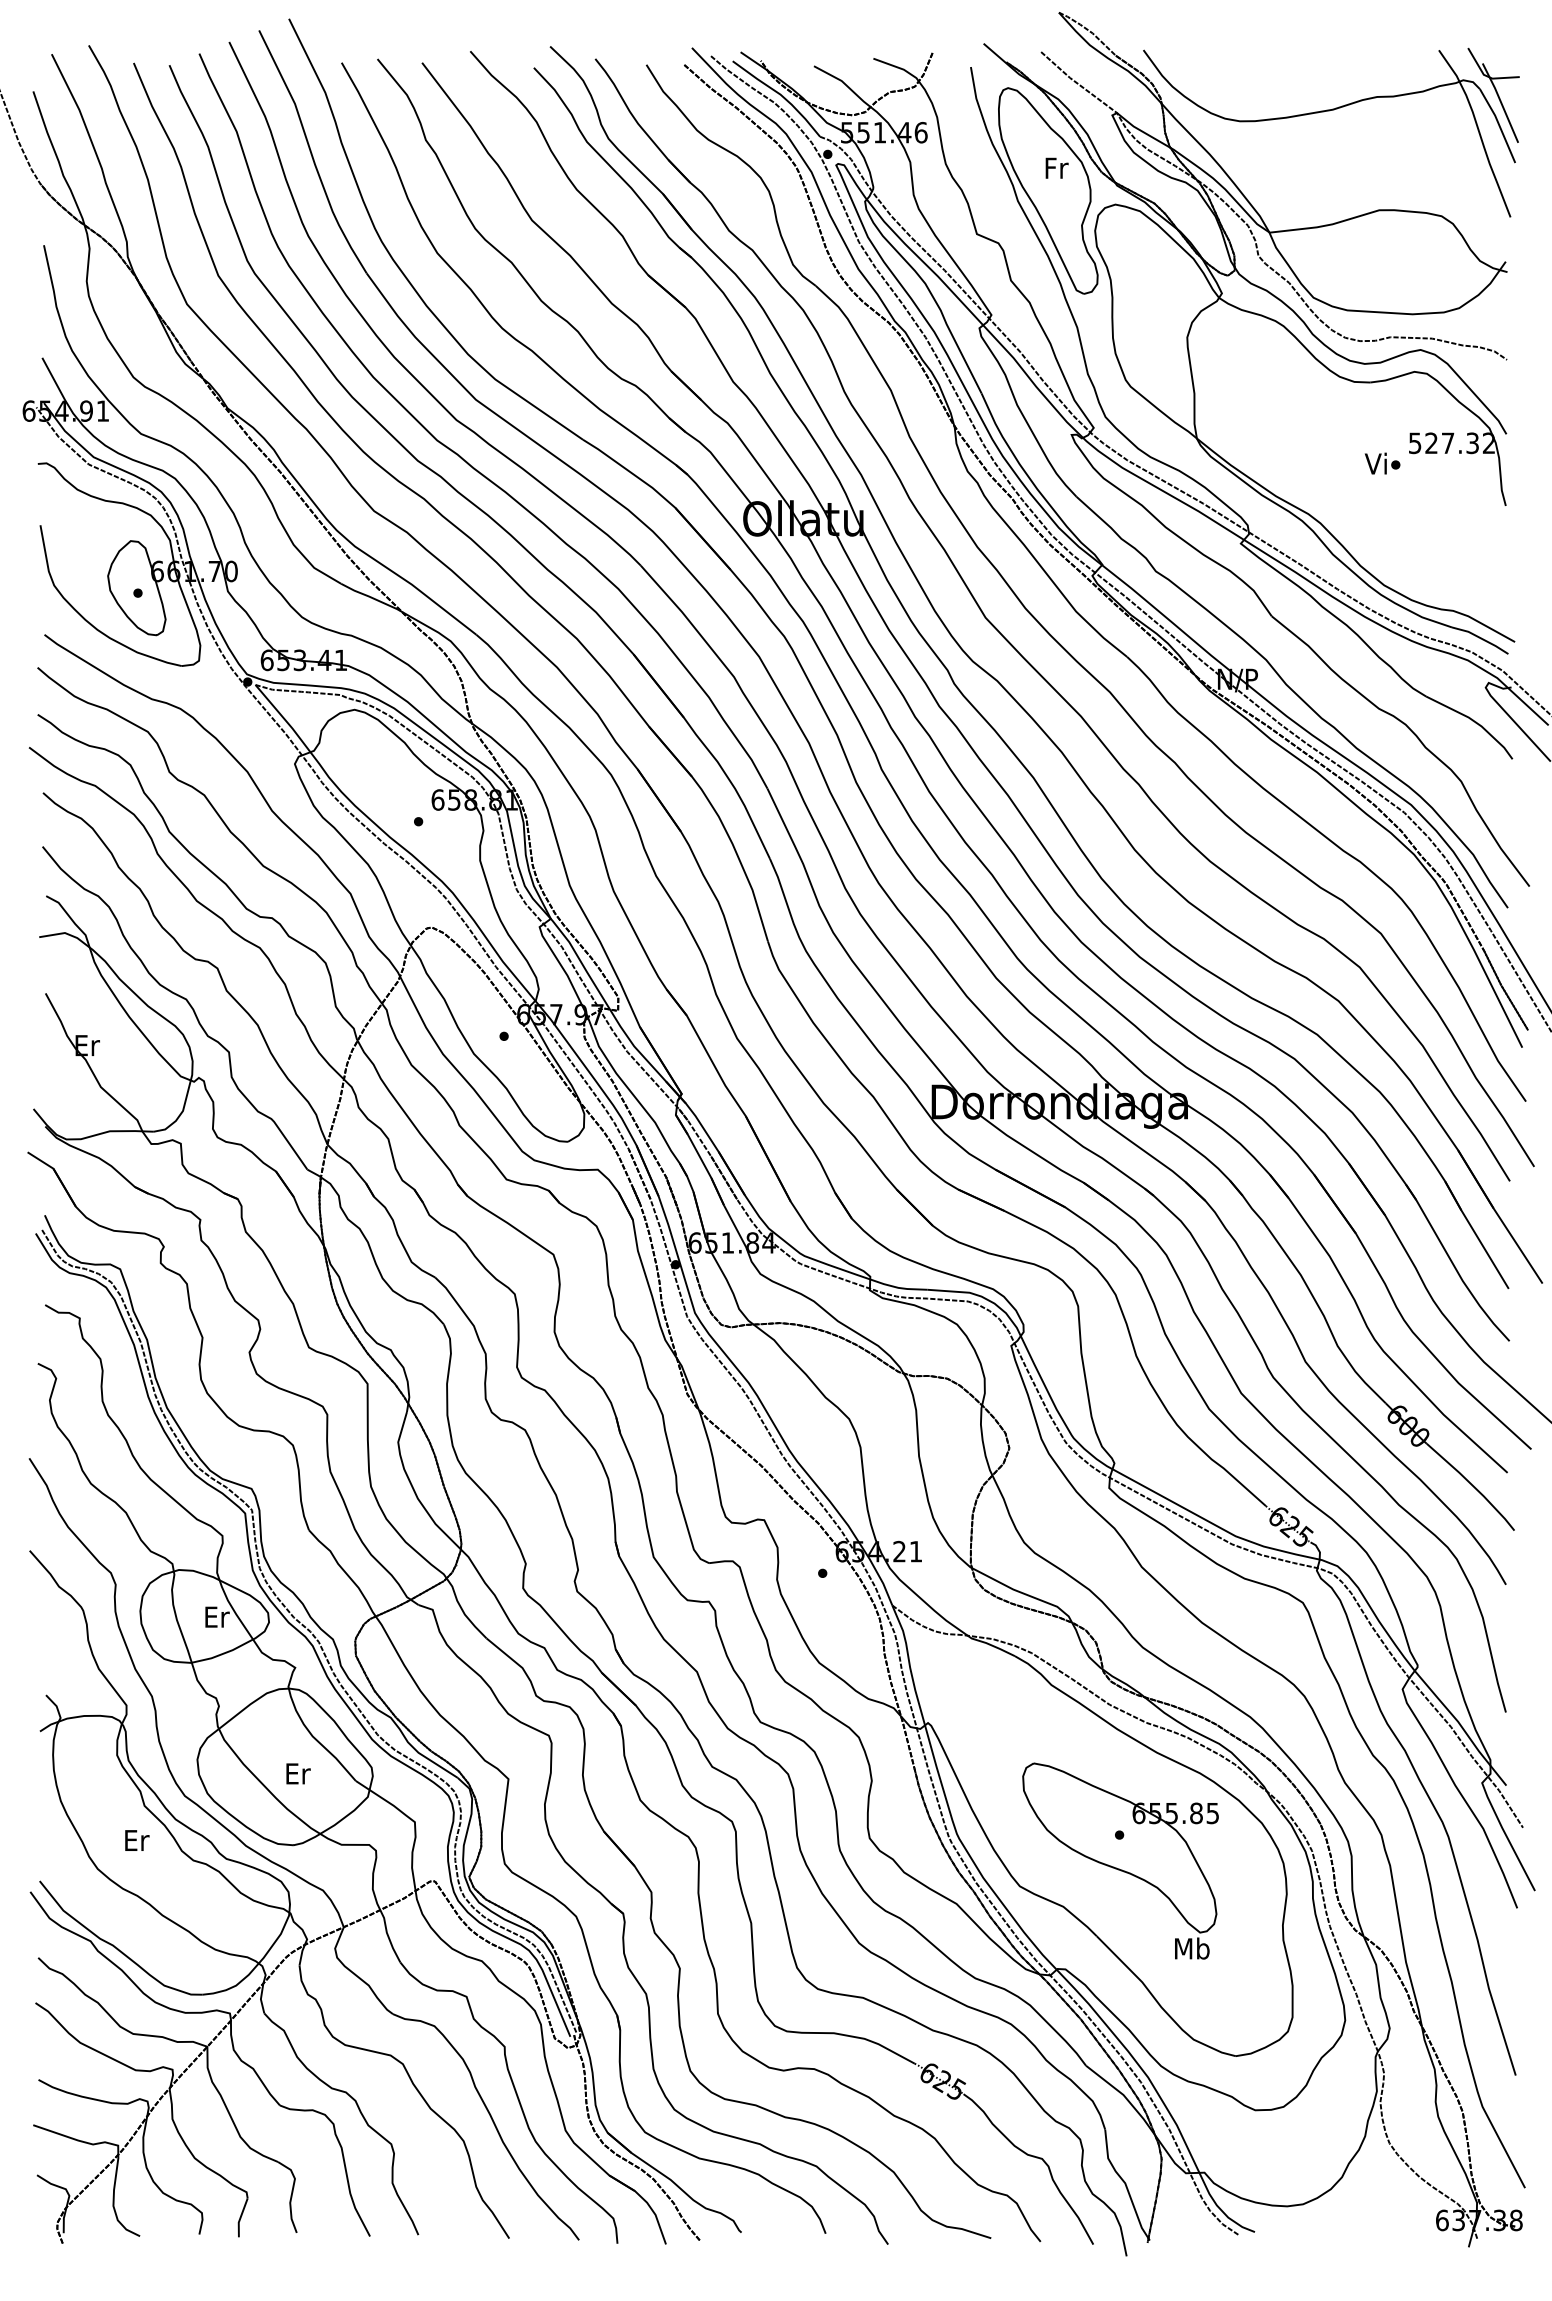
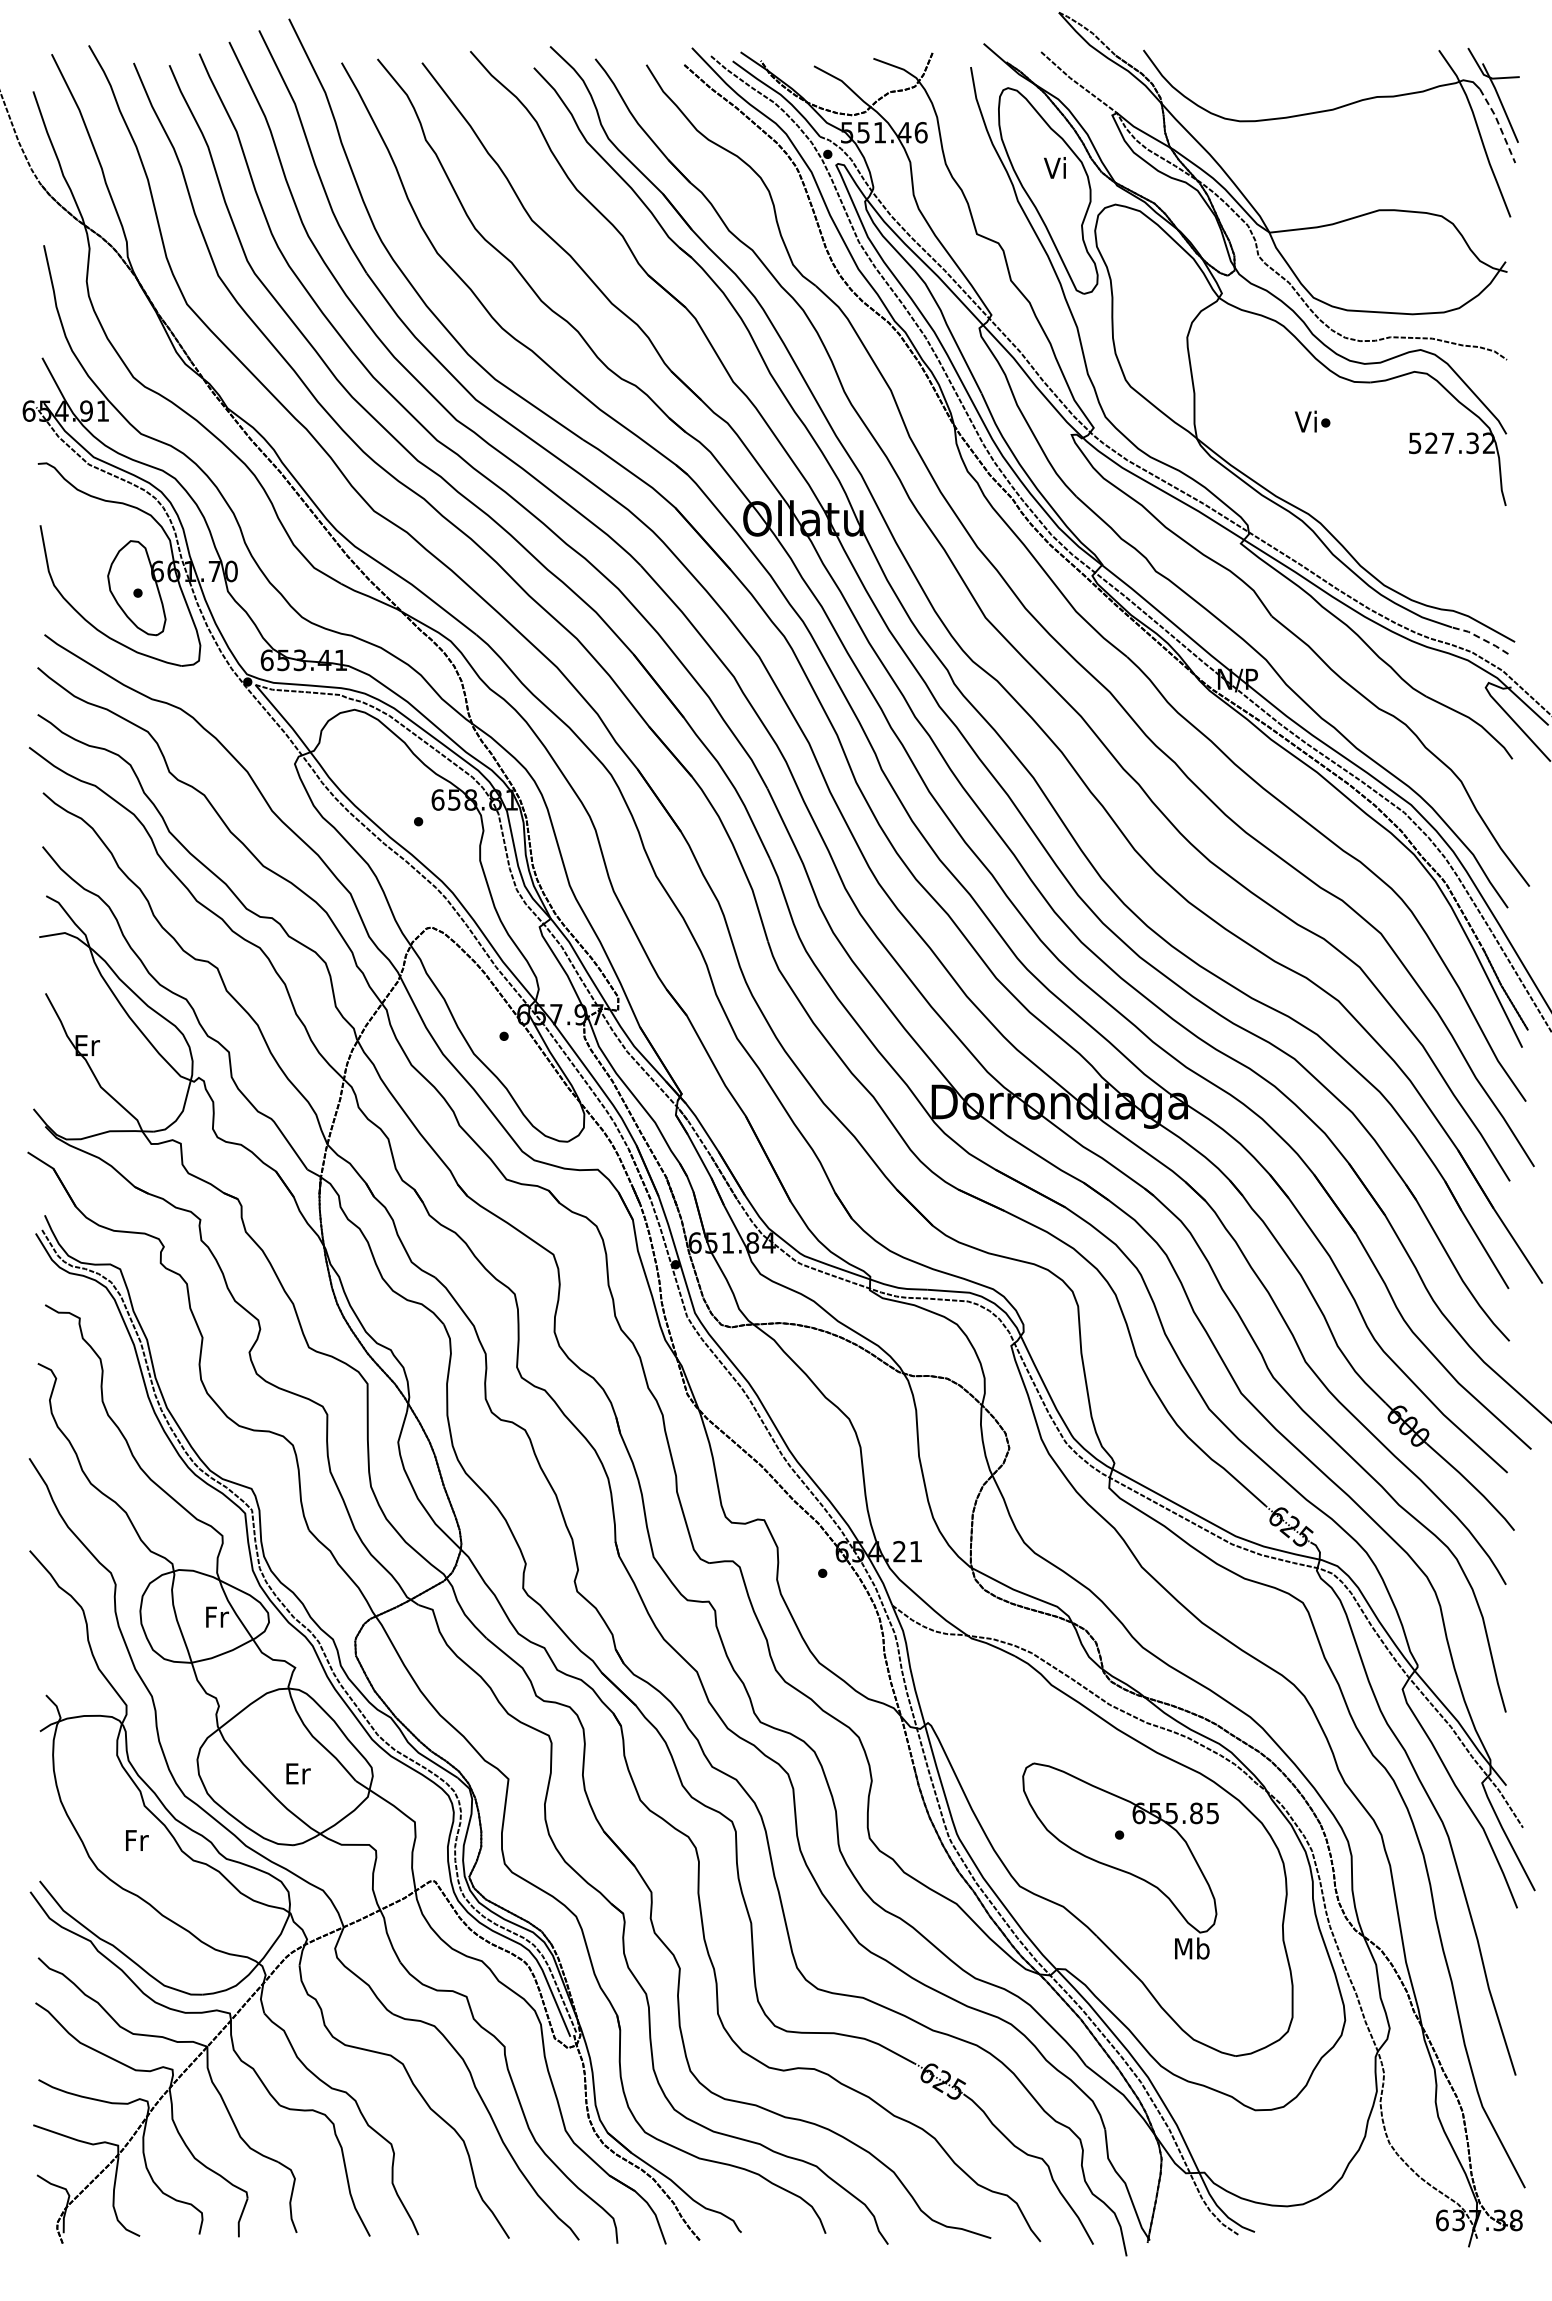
line at (1499, 124): solid -> dashed
text at (1056, 167): Fr -> Vi
text at (1382, 463) position: (1382, 463) -> (1312, 421)
line at (1480, 638): solid -> dashed
text at (217, 1616): Er -> Fr
text at (137, 1840): Er -> Fr
